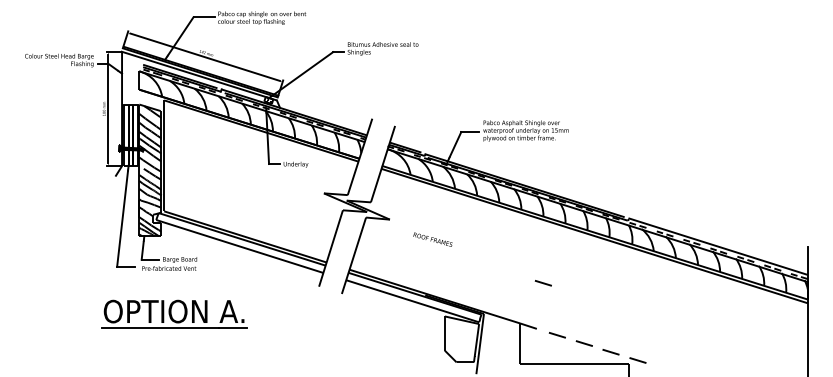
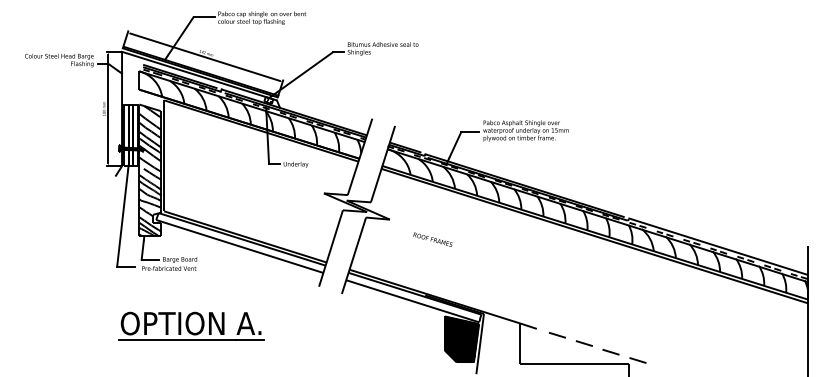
line at (542, 283): present -> none
part at (174, 313) position: (174, 313) -> (191, 325)
hatch at (461, 339): none -> present
